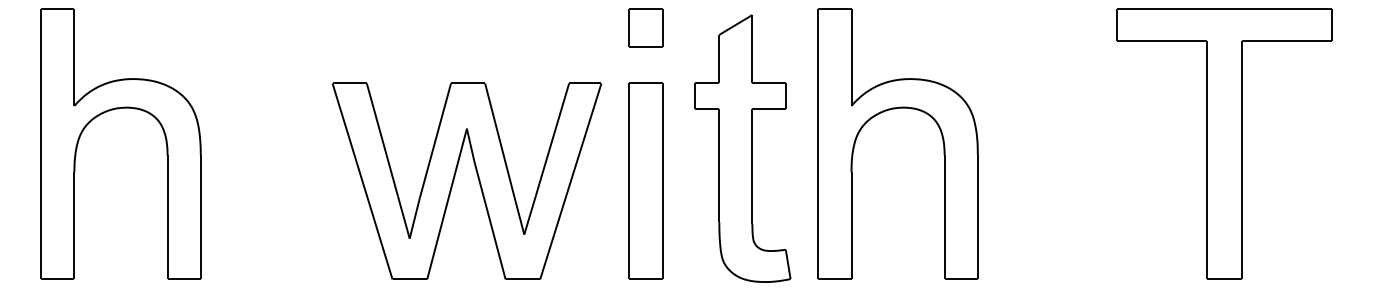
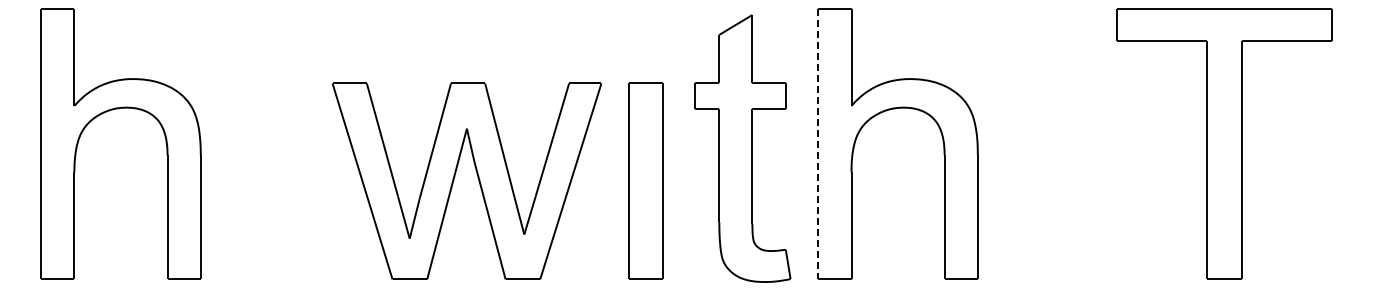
part at (645, 27): present -> none
line at (818, 144): solid -> dashed
